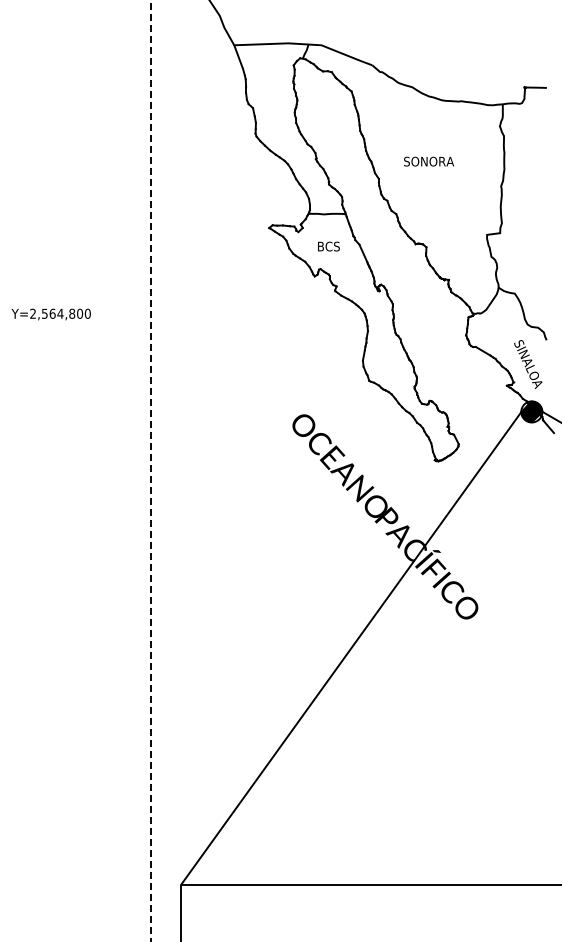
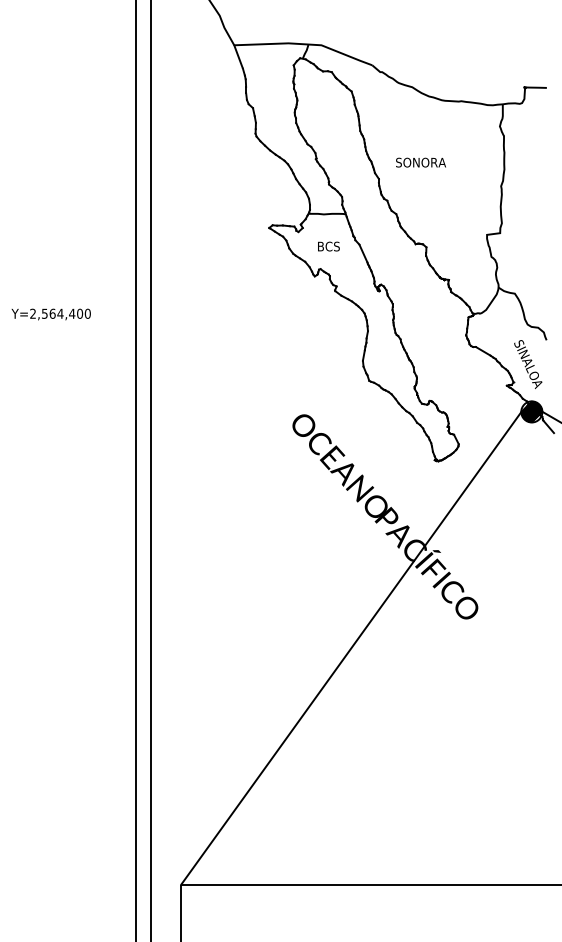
text at (428, 161) position: (428, 161) -> (420, 162)
text at (71, 313): Y=2,564,800 -> Y=2,564,400
line at (136, 470): none -> present
line at (151, 470): dashed -> solid
